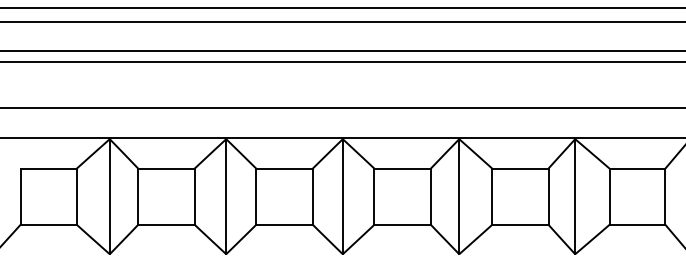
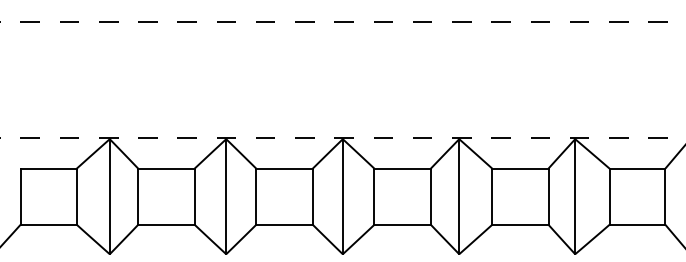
line at (342, 7): present -> none
line at (343, 21): solid -> dashed
line at (342, 51): present -> none
line at (342, 61): present -> none
line at (342, 108): present -> none
line at (343, 138): solid -> dashed
